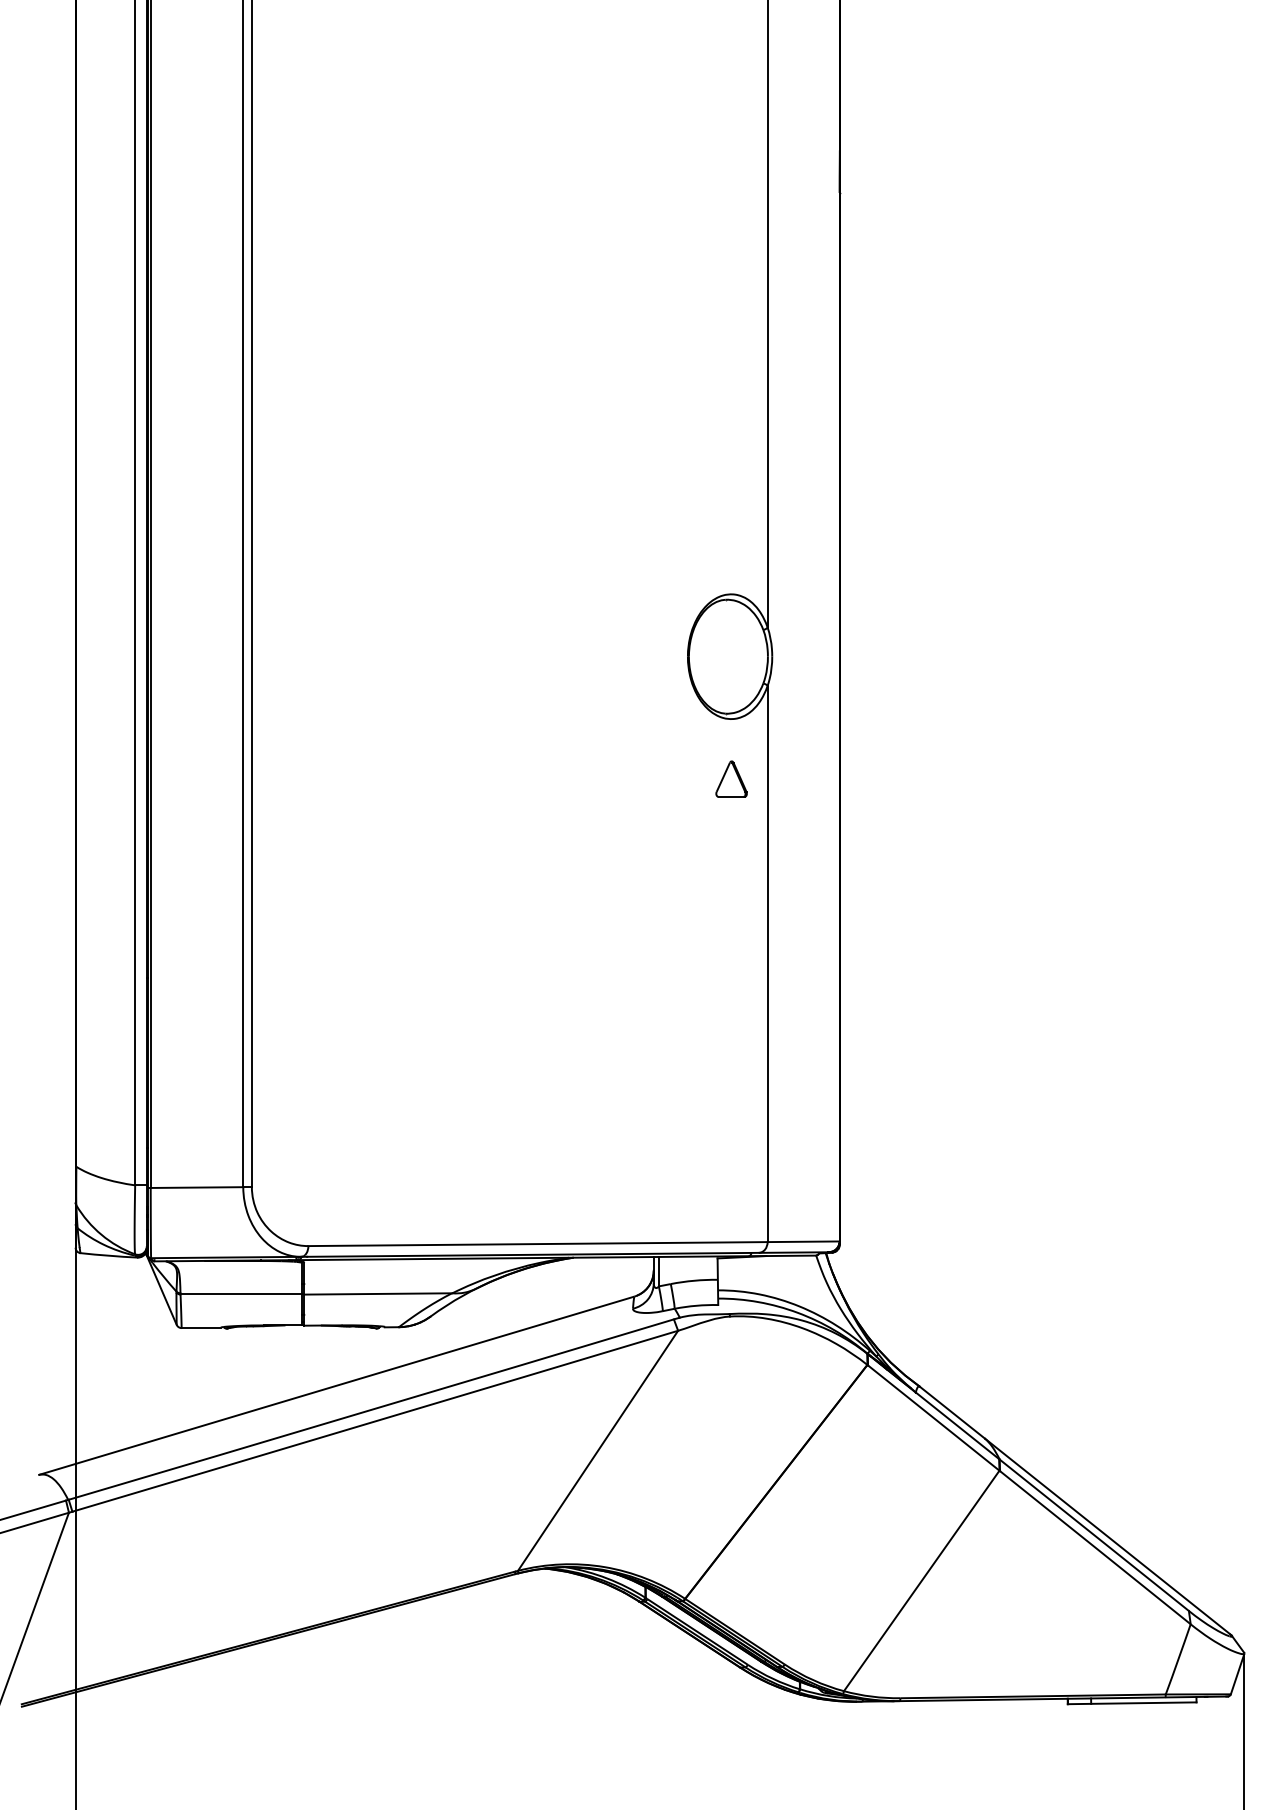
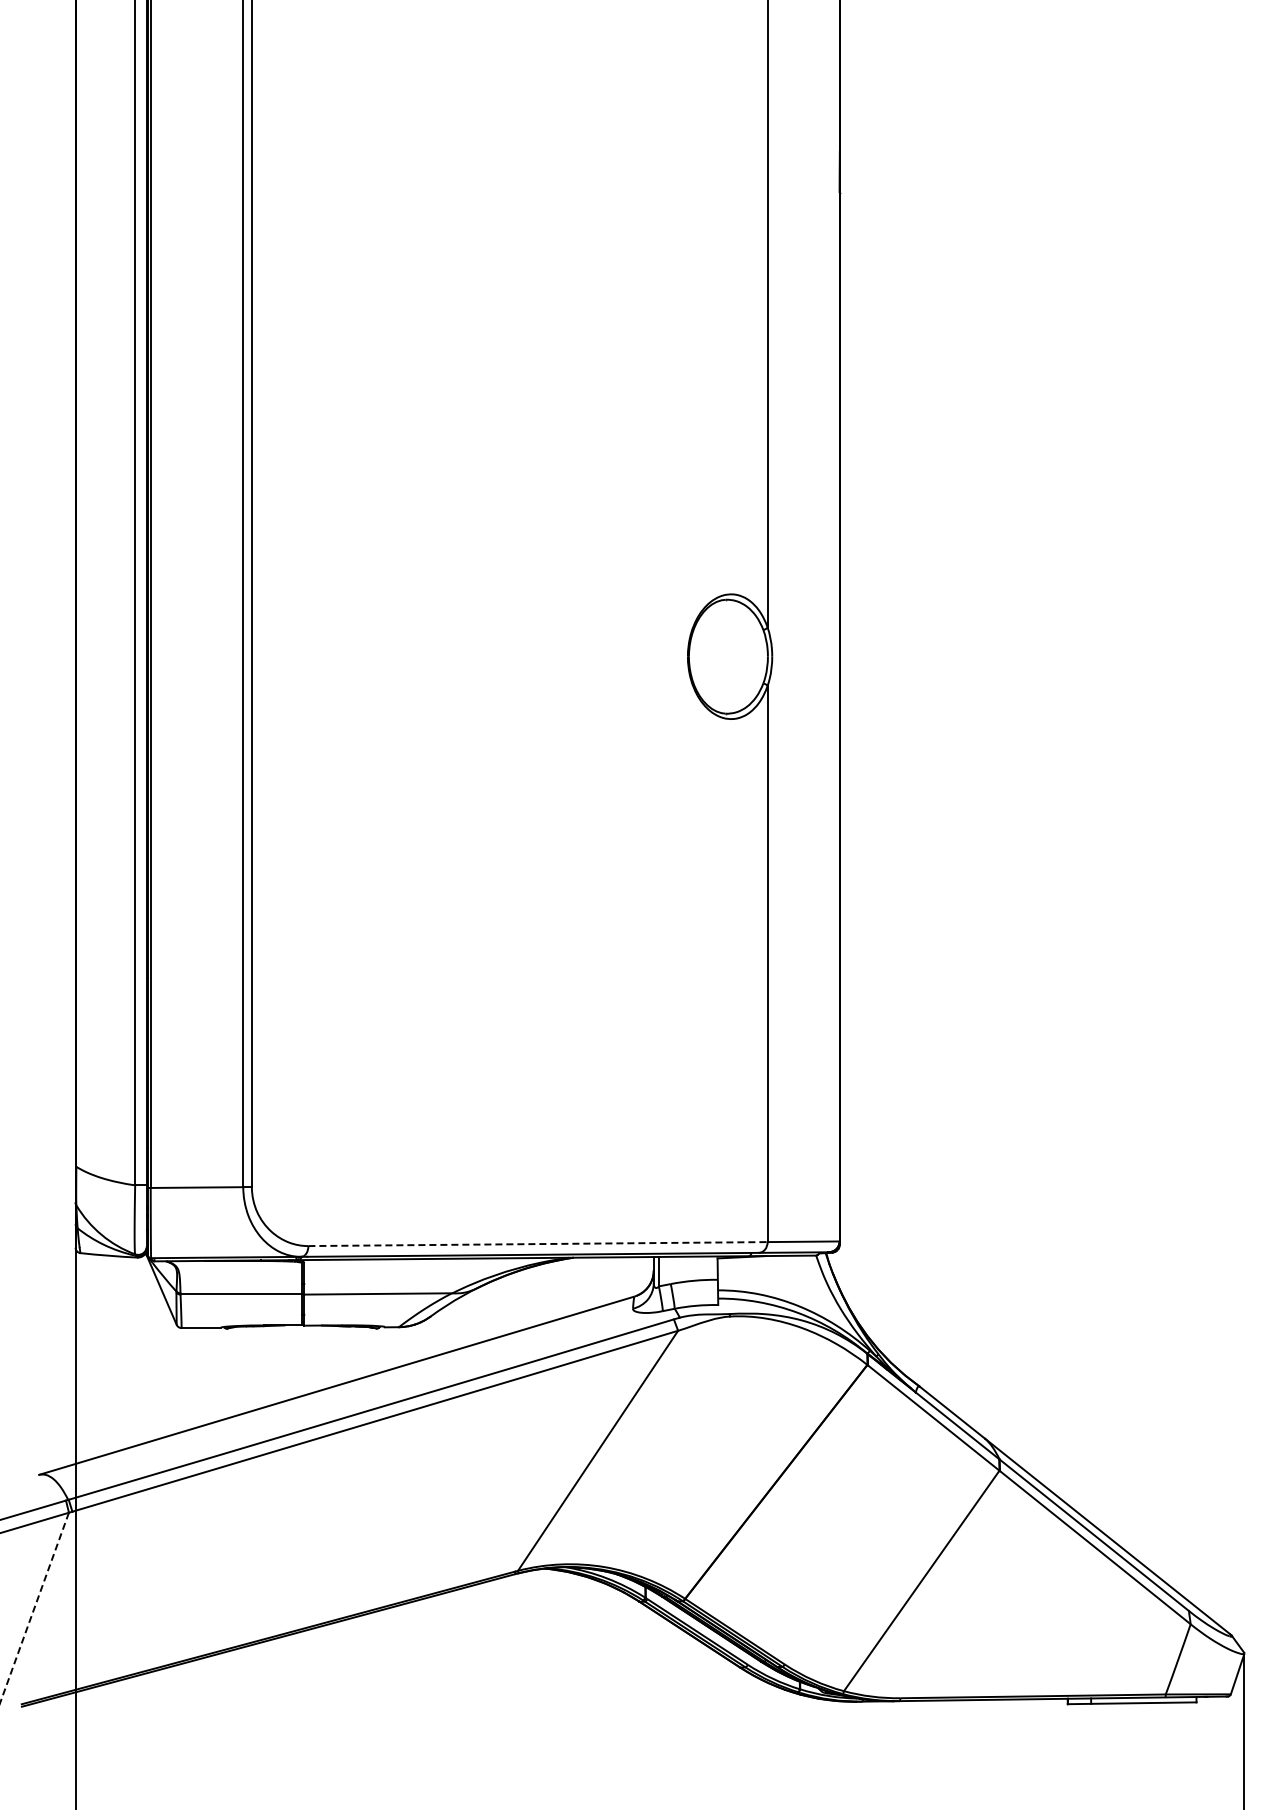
part at (731, 778): present -> none
line at (538, 1244): solid -> dashed
line at (34, 1607): solid -> dashed
